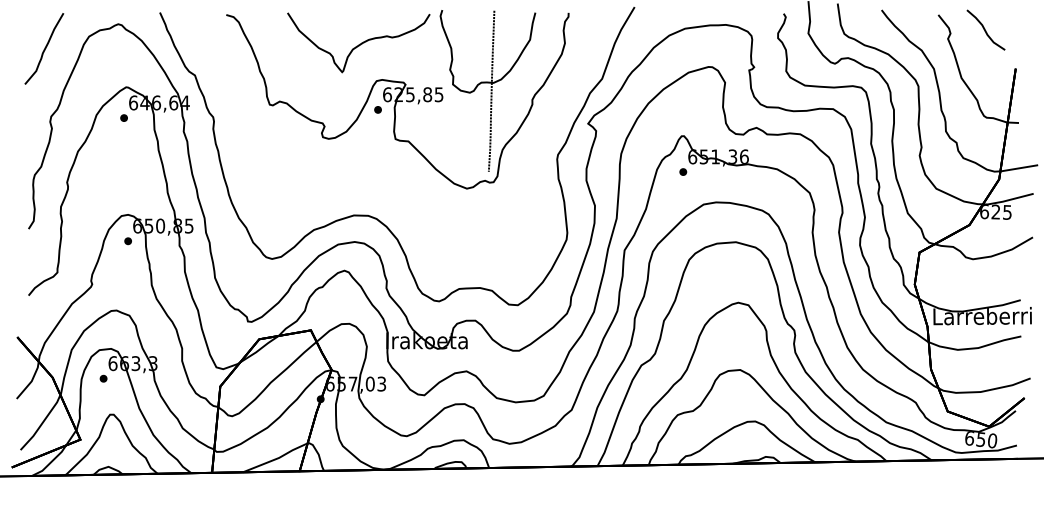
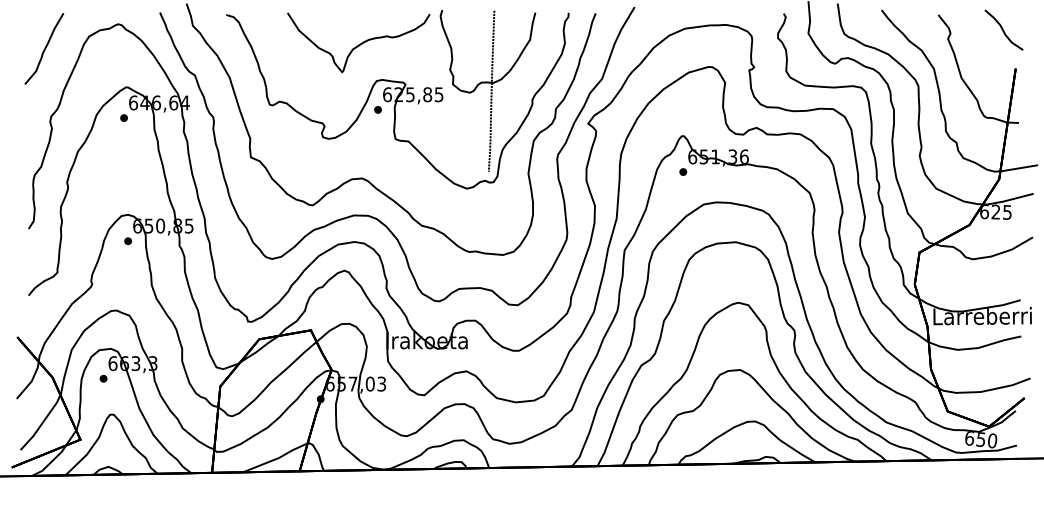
curve at (985, 29) position: (985, 29) -> (1003, 29)
curve at (367, 179): none -> present
